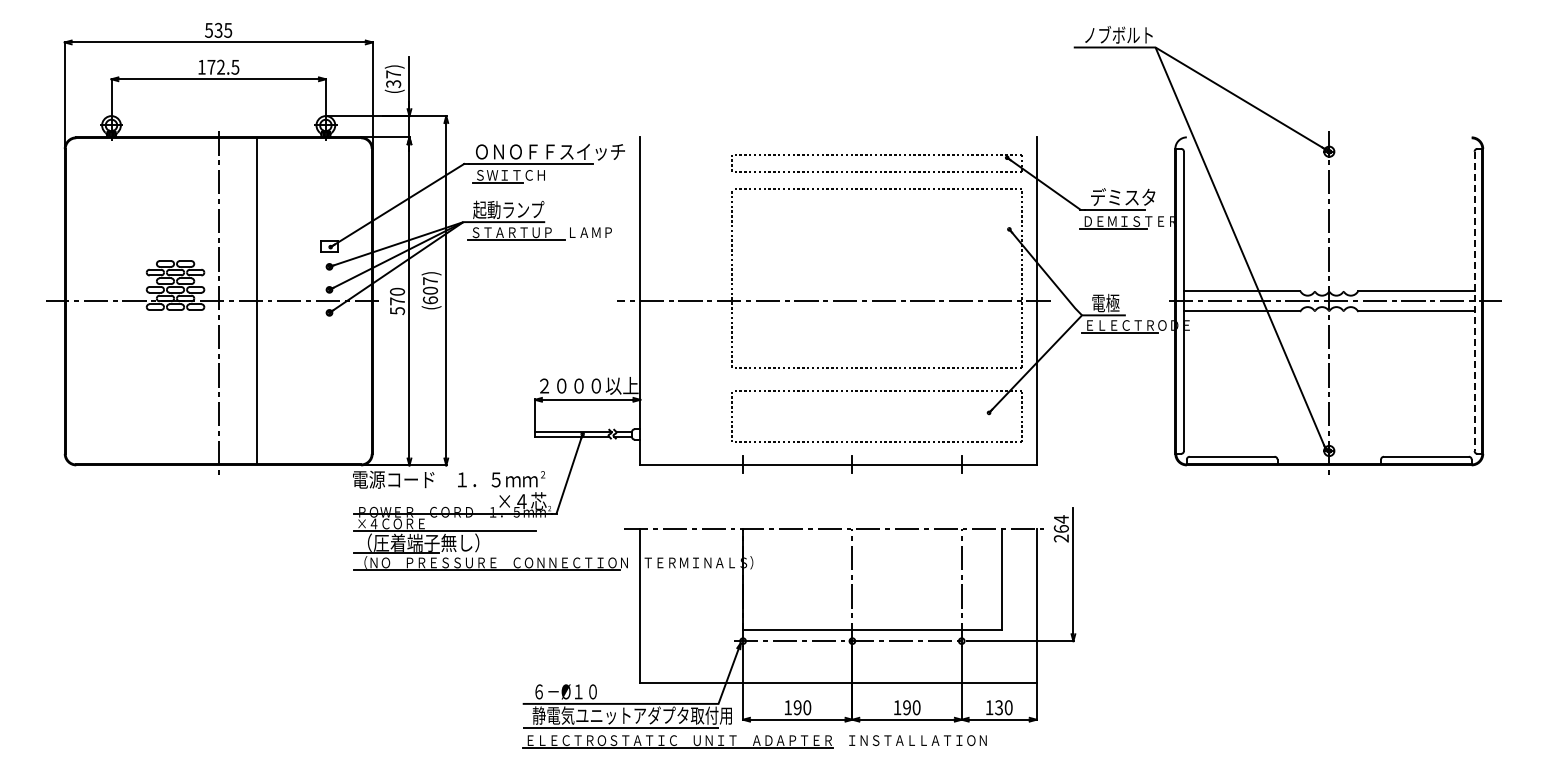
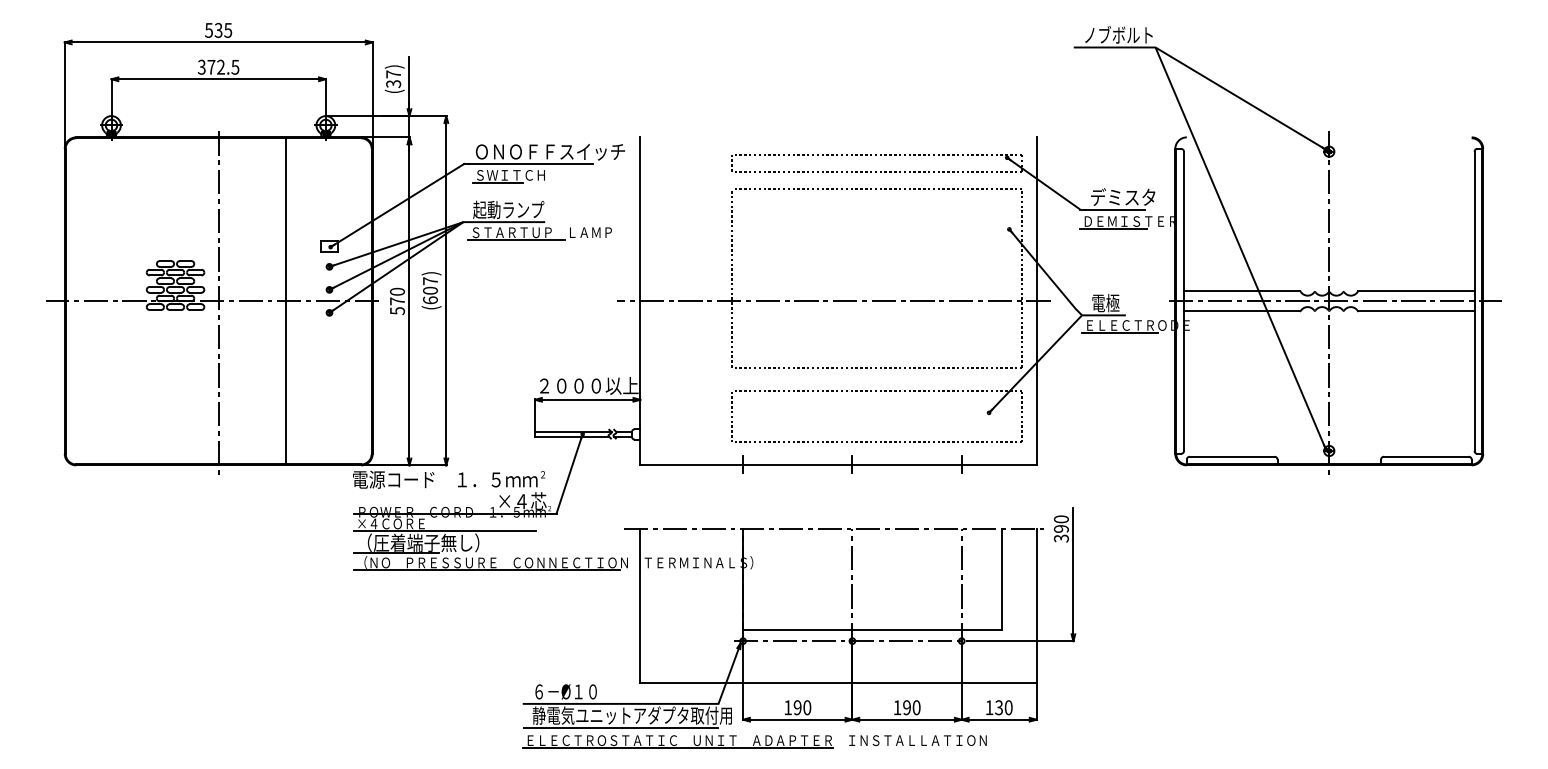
text at (201, 66): 172.5 -> 372.5
line at (257, 301) position: (257, 301) -> (286, 301)
line at (1474, 301): dashed -> solid
text at (1060, 528): 264 -> 390
